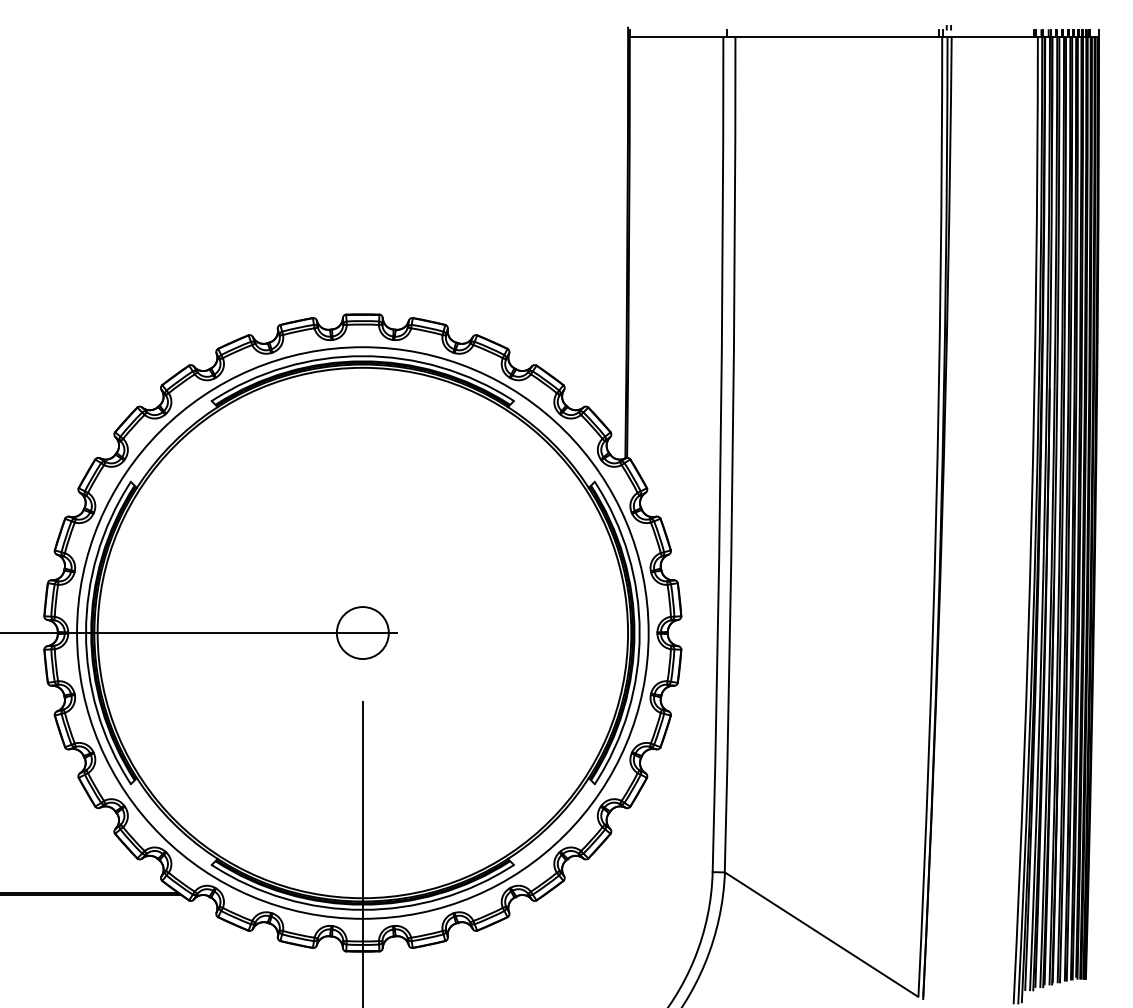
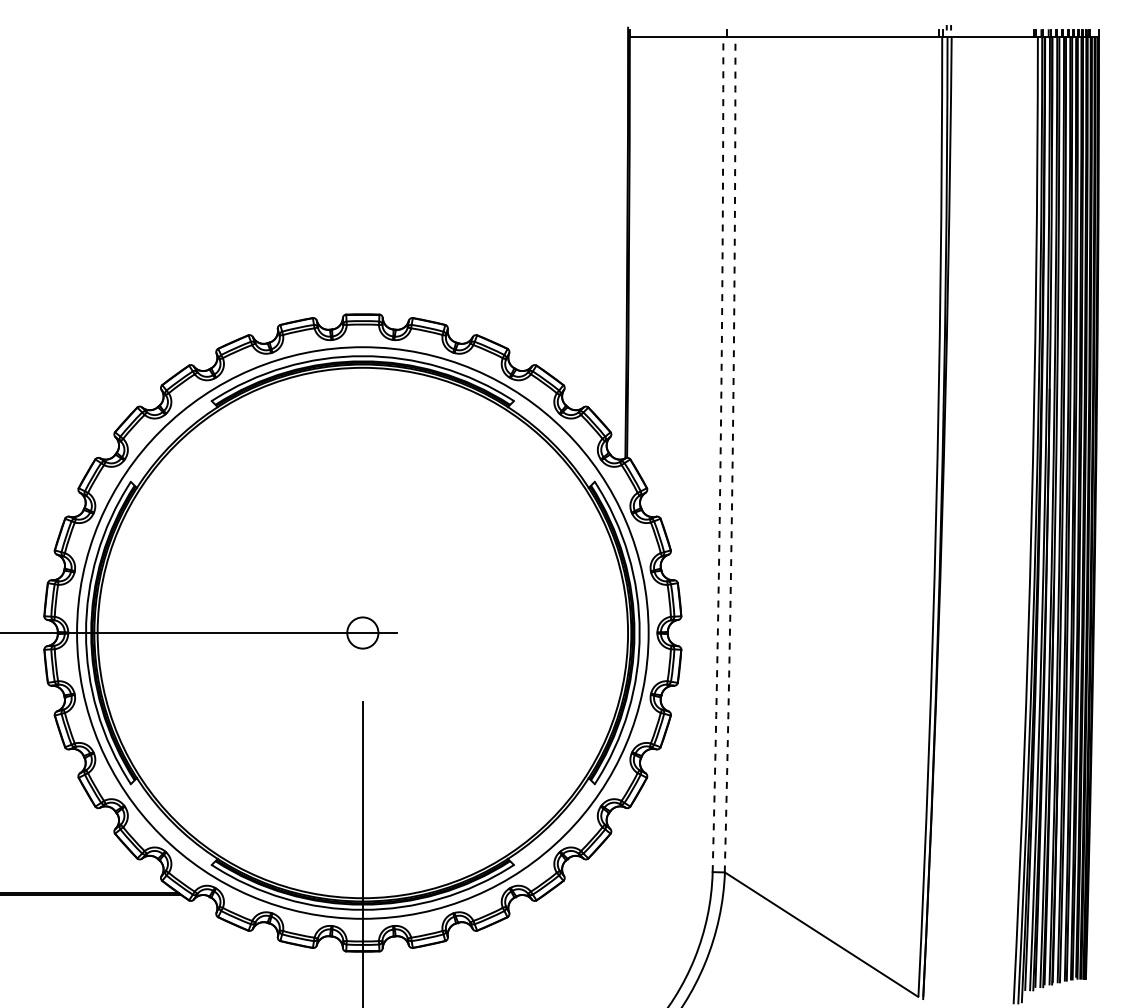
arc at (720, 454): solid -> dashed
arc at (732, 454): solid -> dashed
circle at (362, 633) diameter: 52 px -> 31 px
